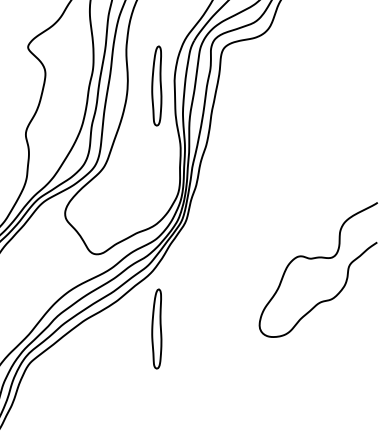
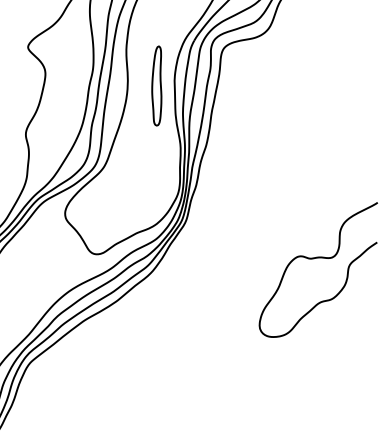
part at (156, 328): present -> none
